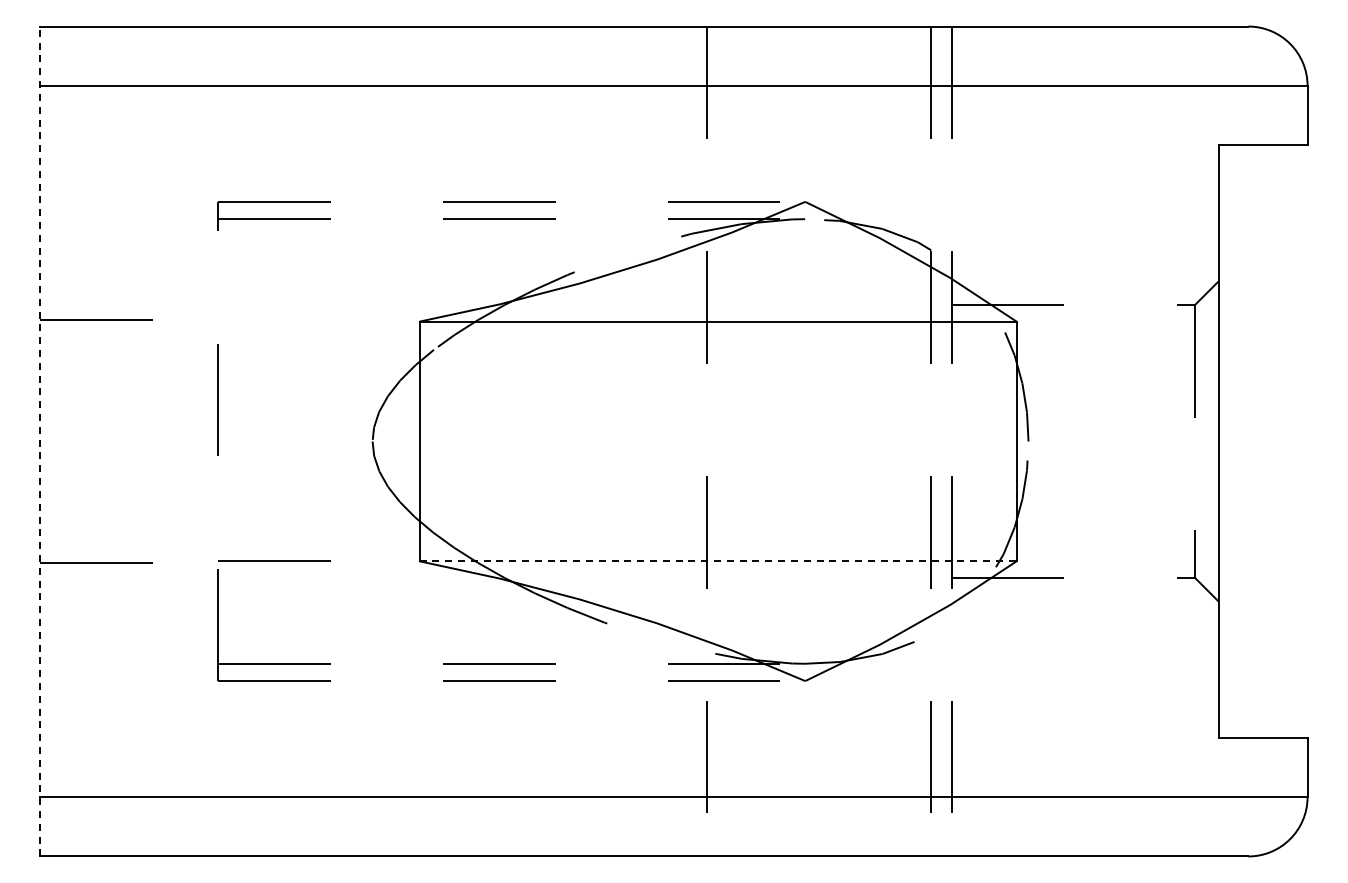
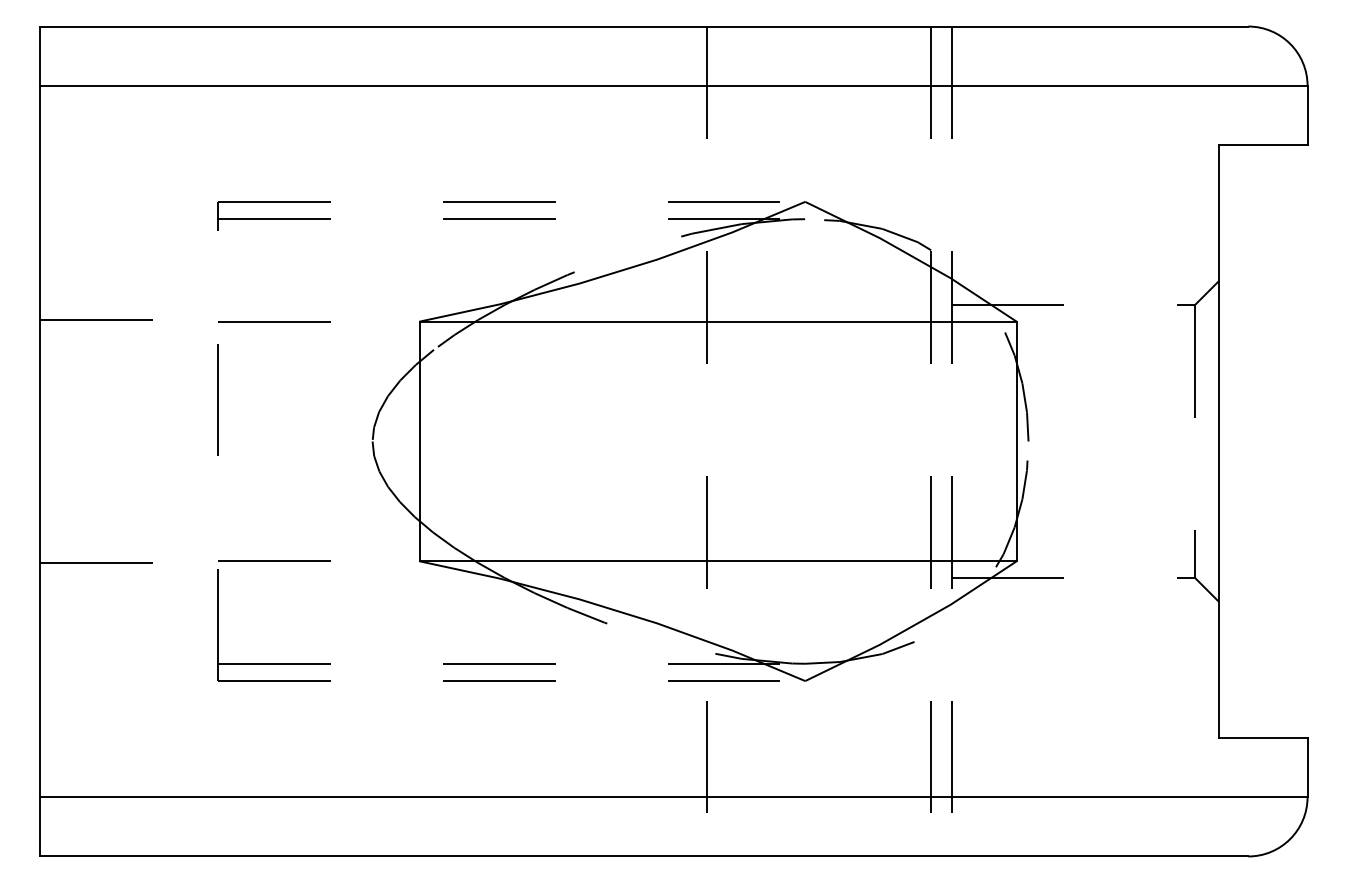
line at (274, 321): none -> present
line at (40, 441): dashed -> solid
line at (718, 561): dashed -> solid
